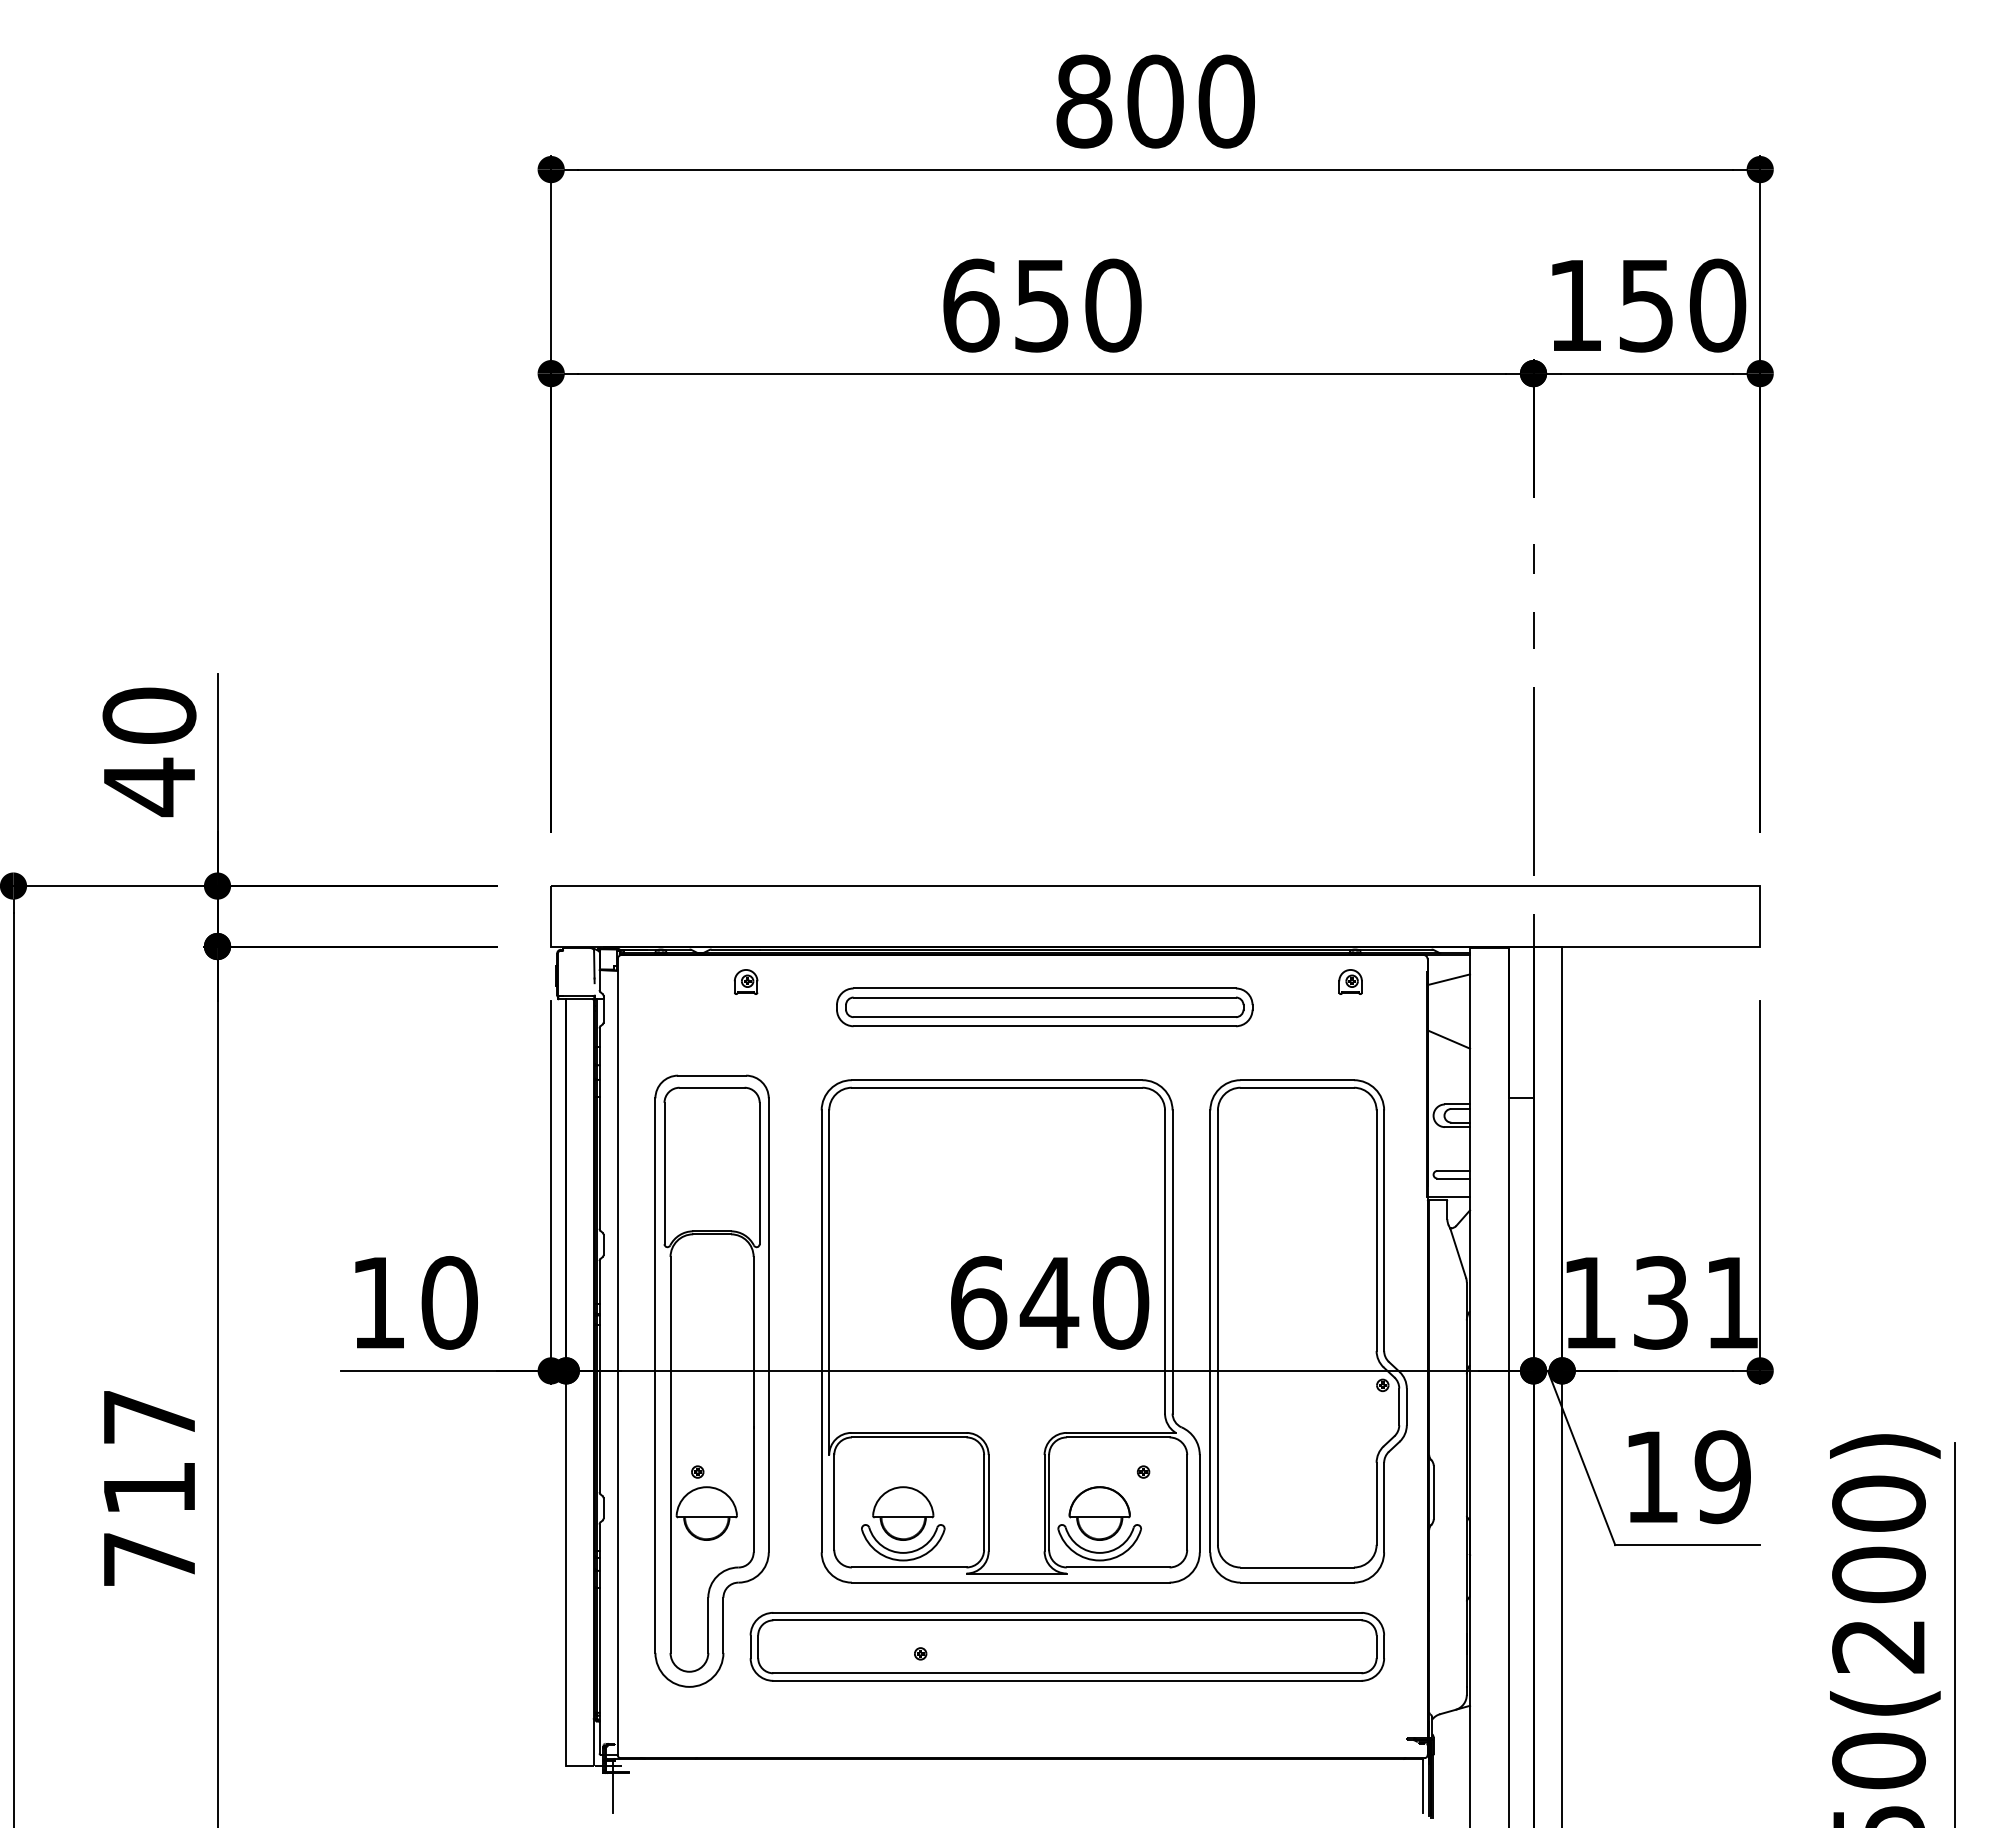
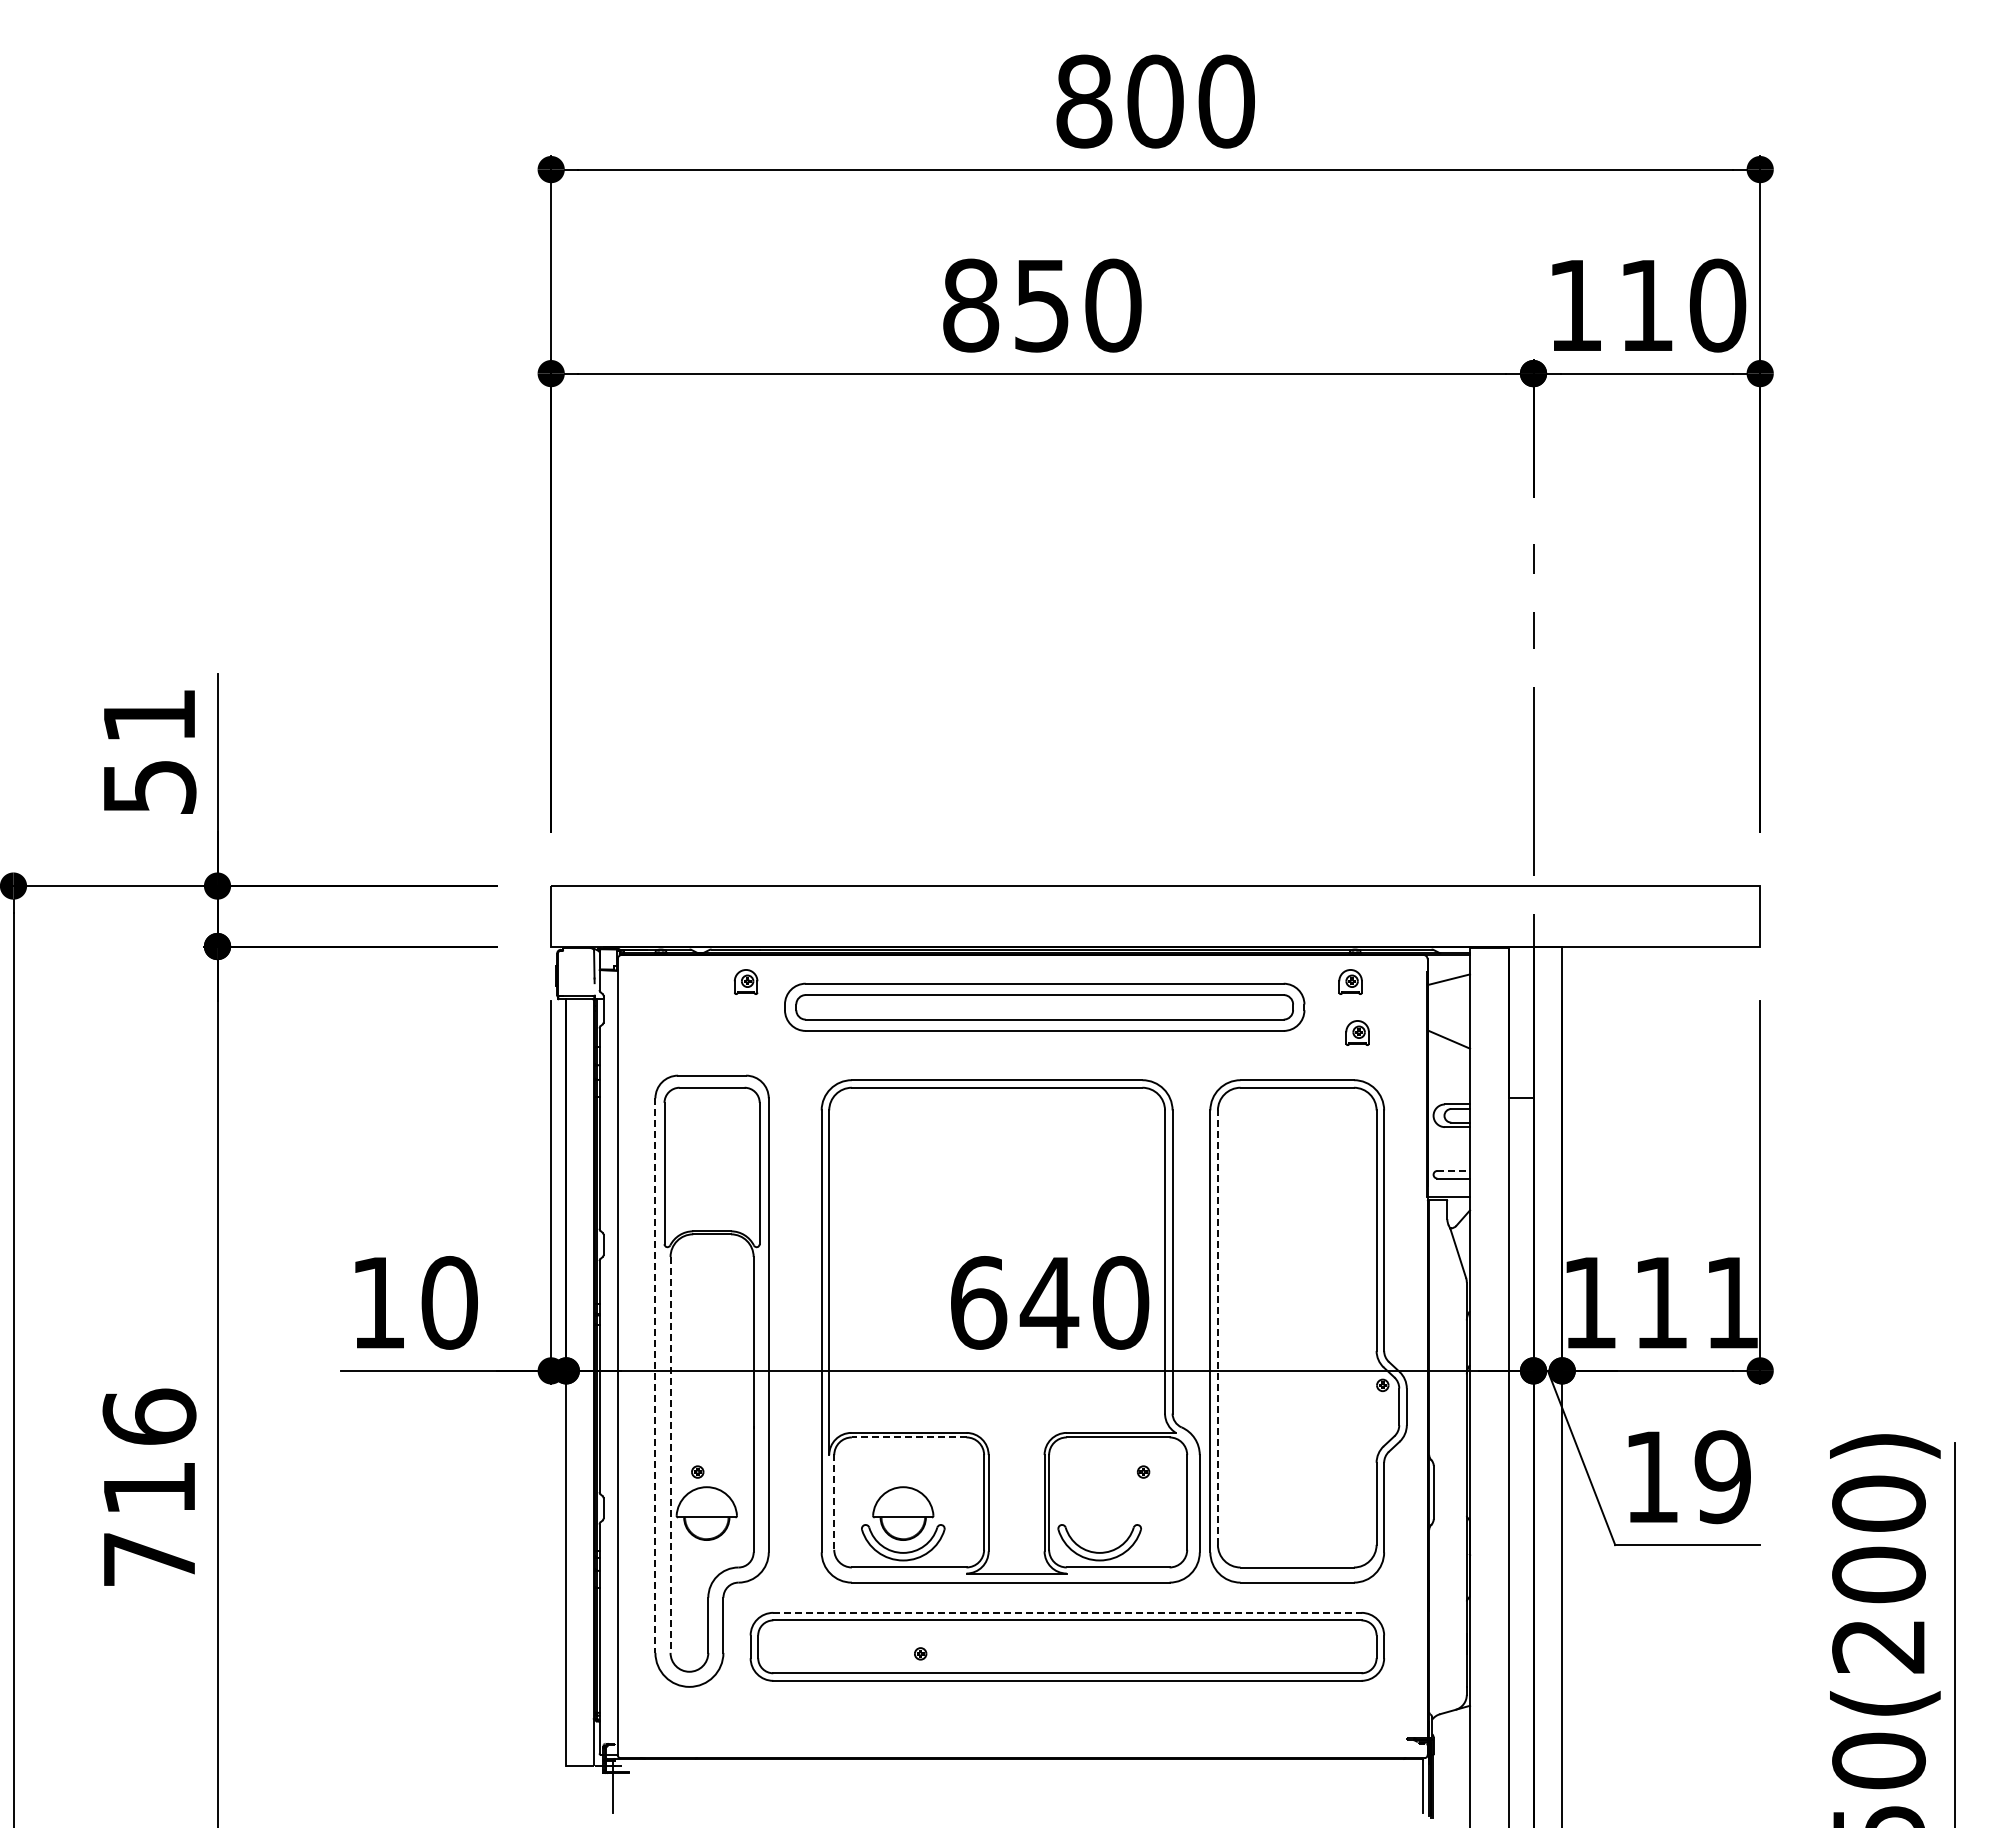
text at (971, 305): 650 -> 850
text at (1645, 306): 150 -> 110
text at (149, 752): 40 -> 51
part at (1044, 1007) size: 418x41 px -> 522x50 px
part at (1357, 1032): none -> present
line at (1454, 1170): solid -> dashed
text at (1660, 1302): 131 -> 111
line at (1217, 1327): solid -> dashed
line at (655, 1376): solid -> dashed
text at (149, 1416): 717 -> 716
line at (908, 1437): solid -> dashed
line at (670, 1454): solid -> dashed
line at (834, 1502): solid -> dashed
part at (1099, 1513): present -> none
line at (1067, 1612): solid -> dashed
